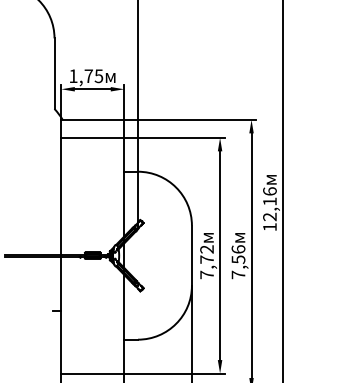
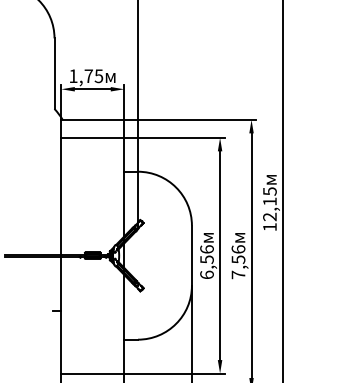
text at (269, 191): 12,16 -> 12,15
text at (206, 262): 7,72 -> 6,56
